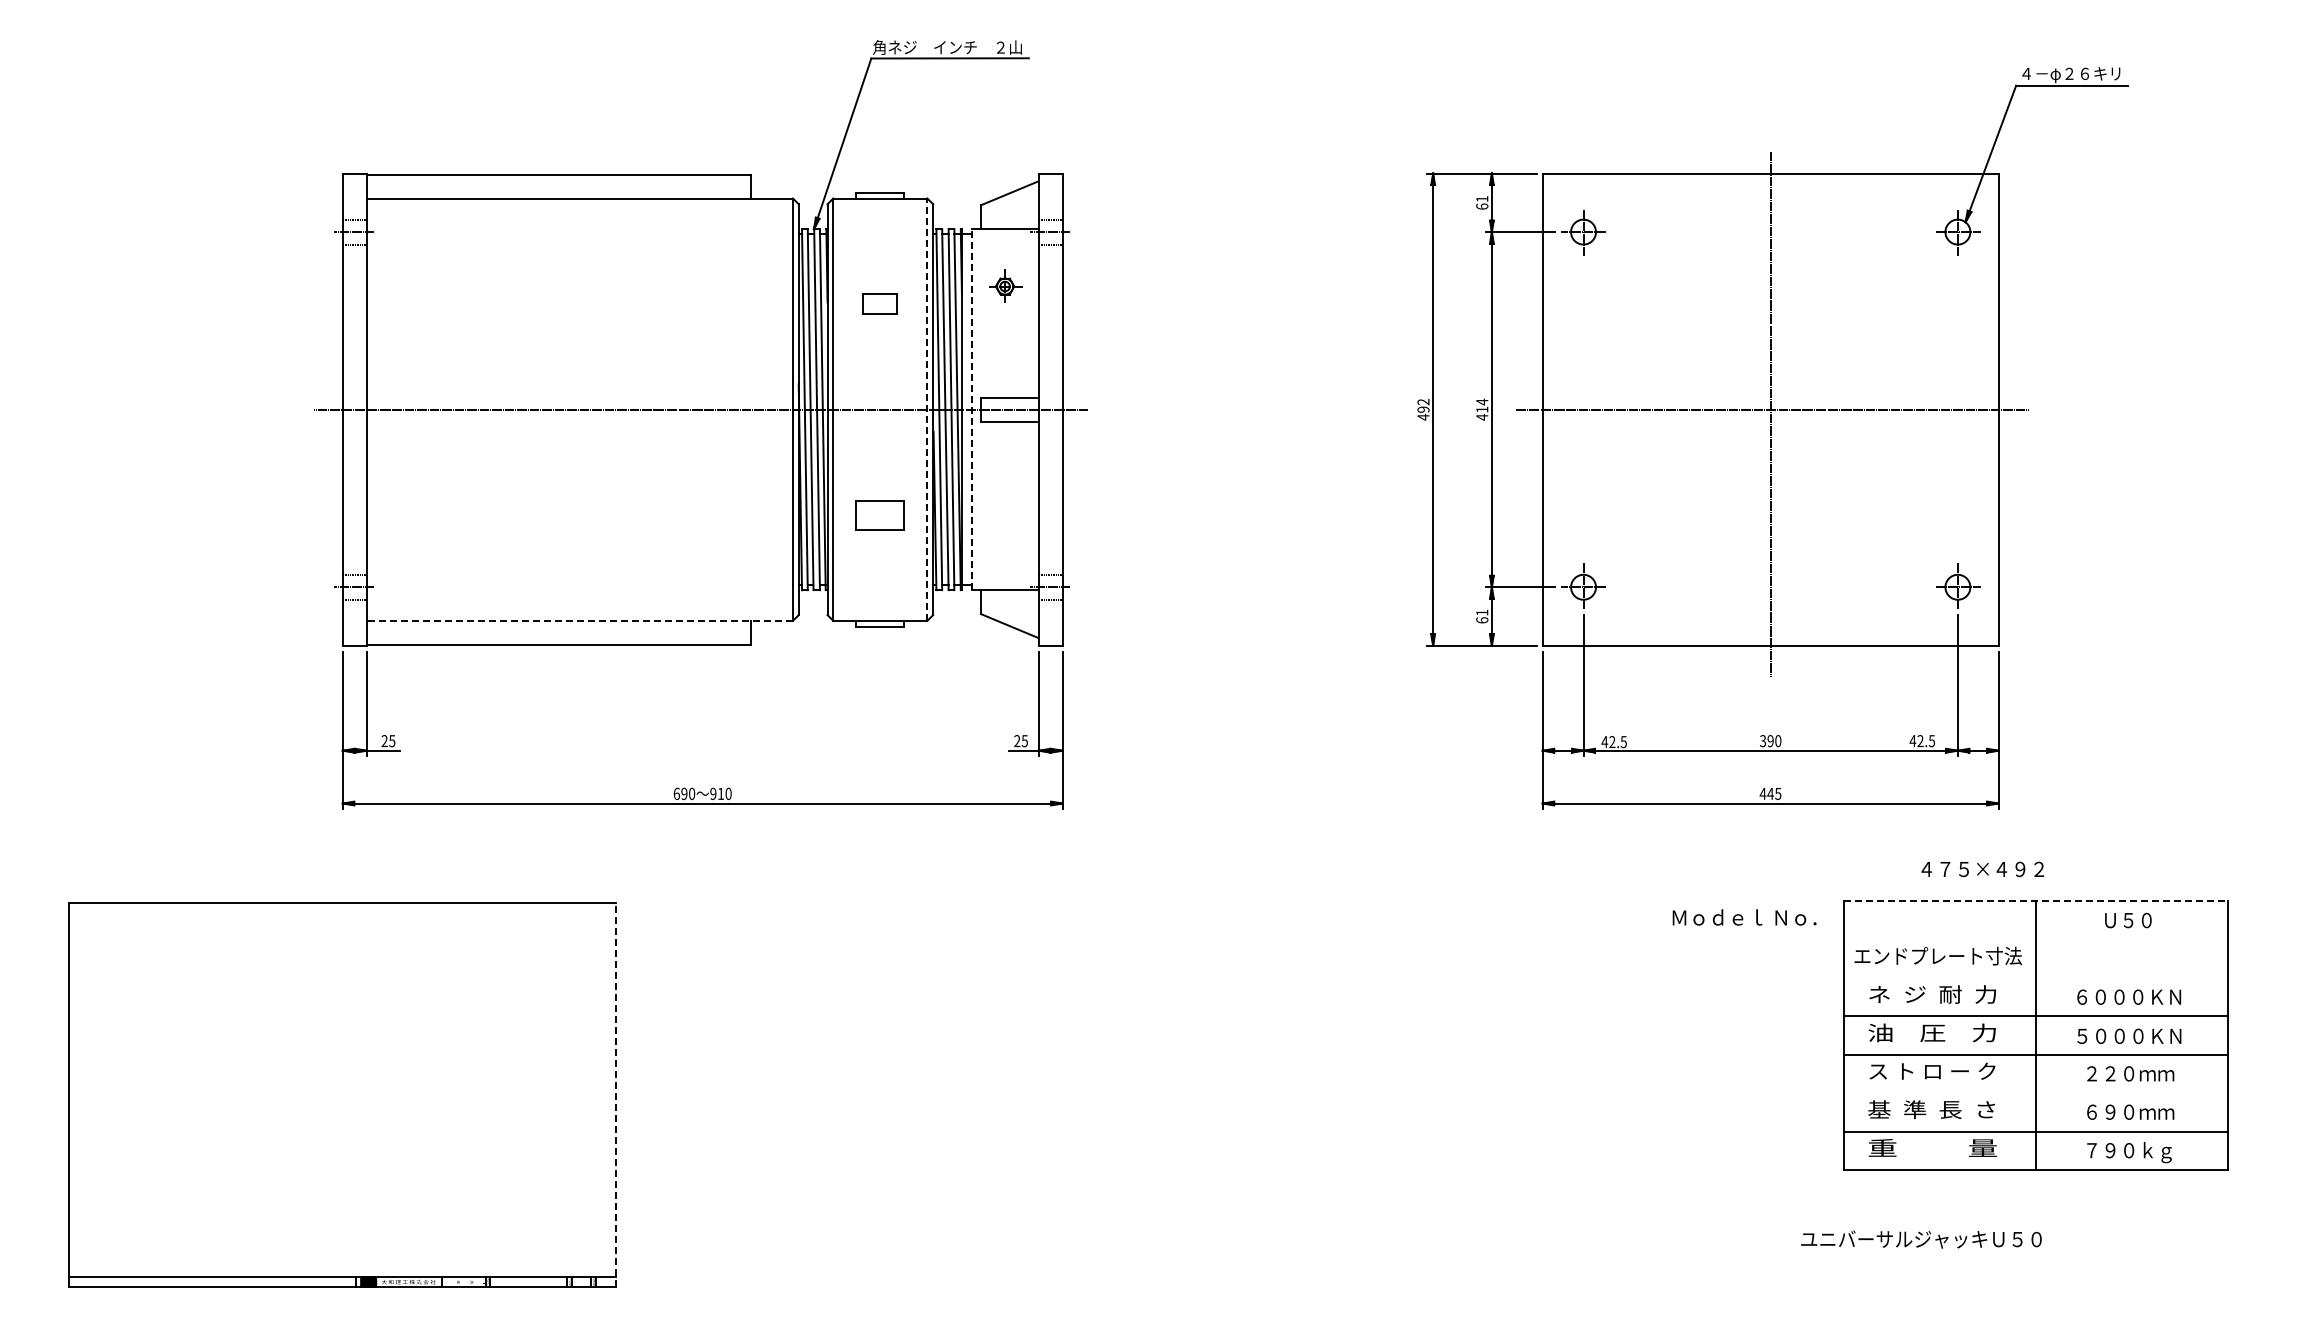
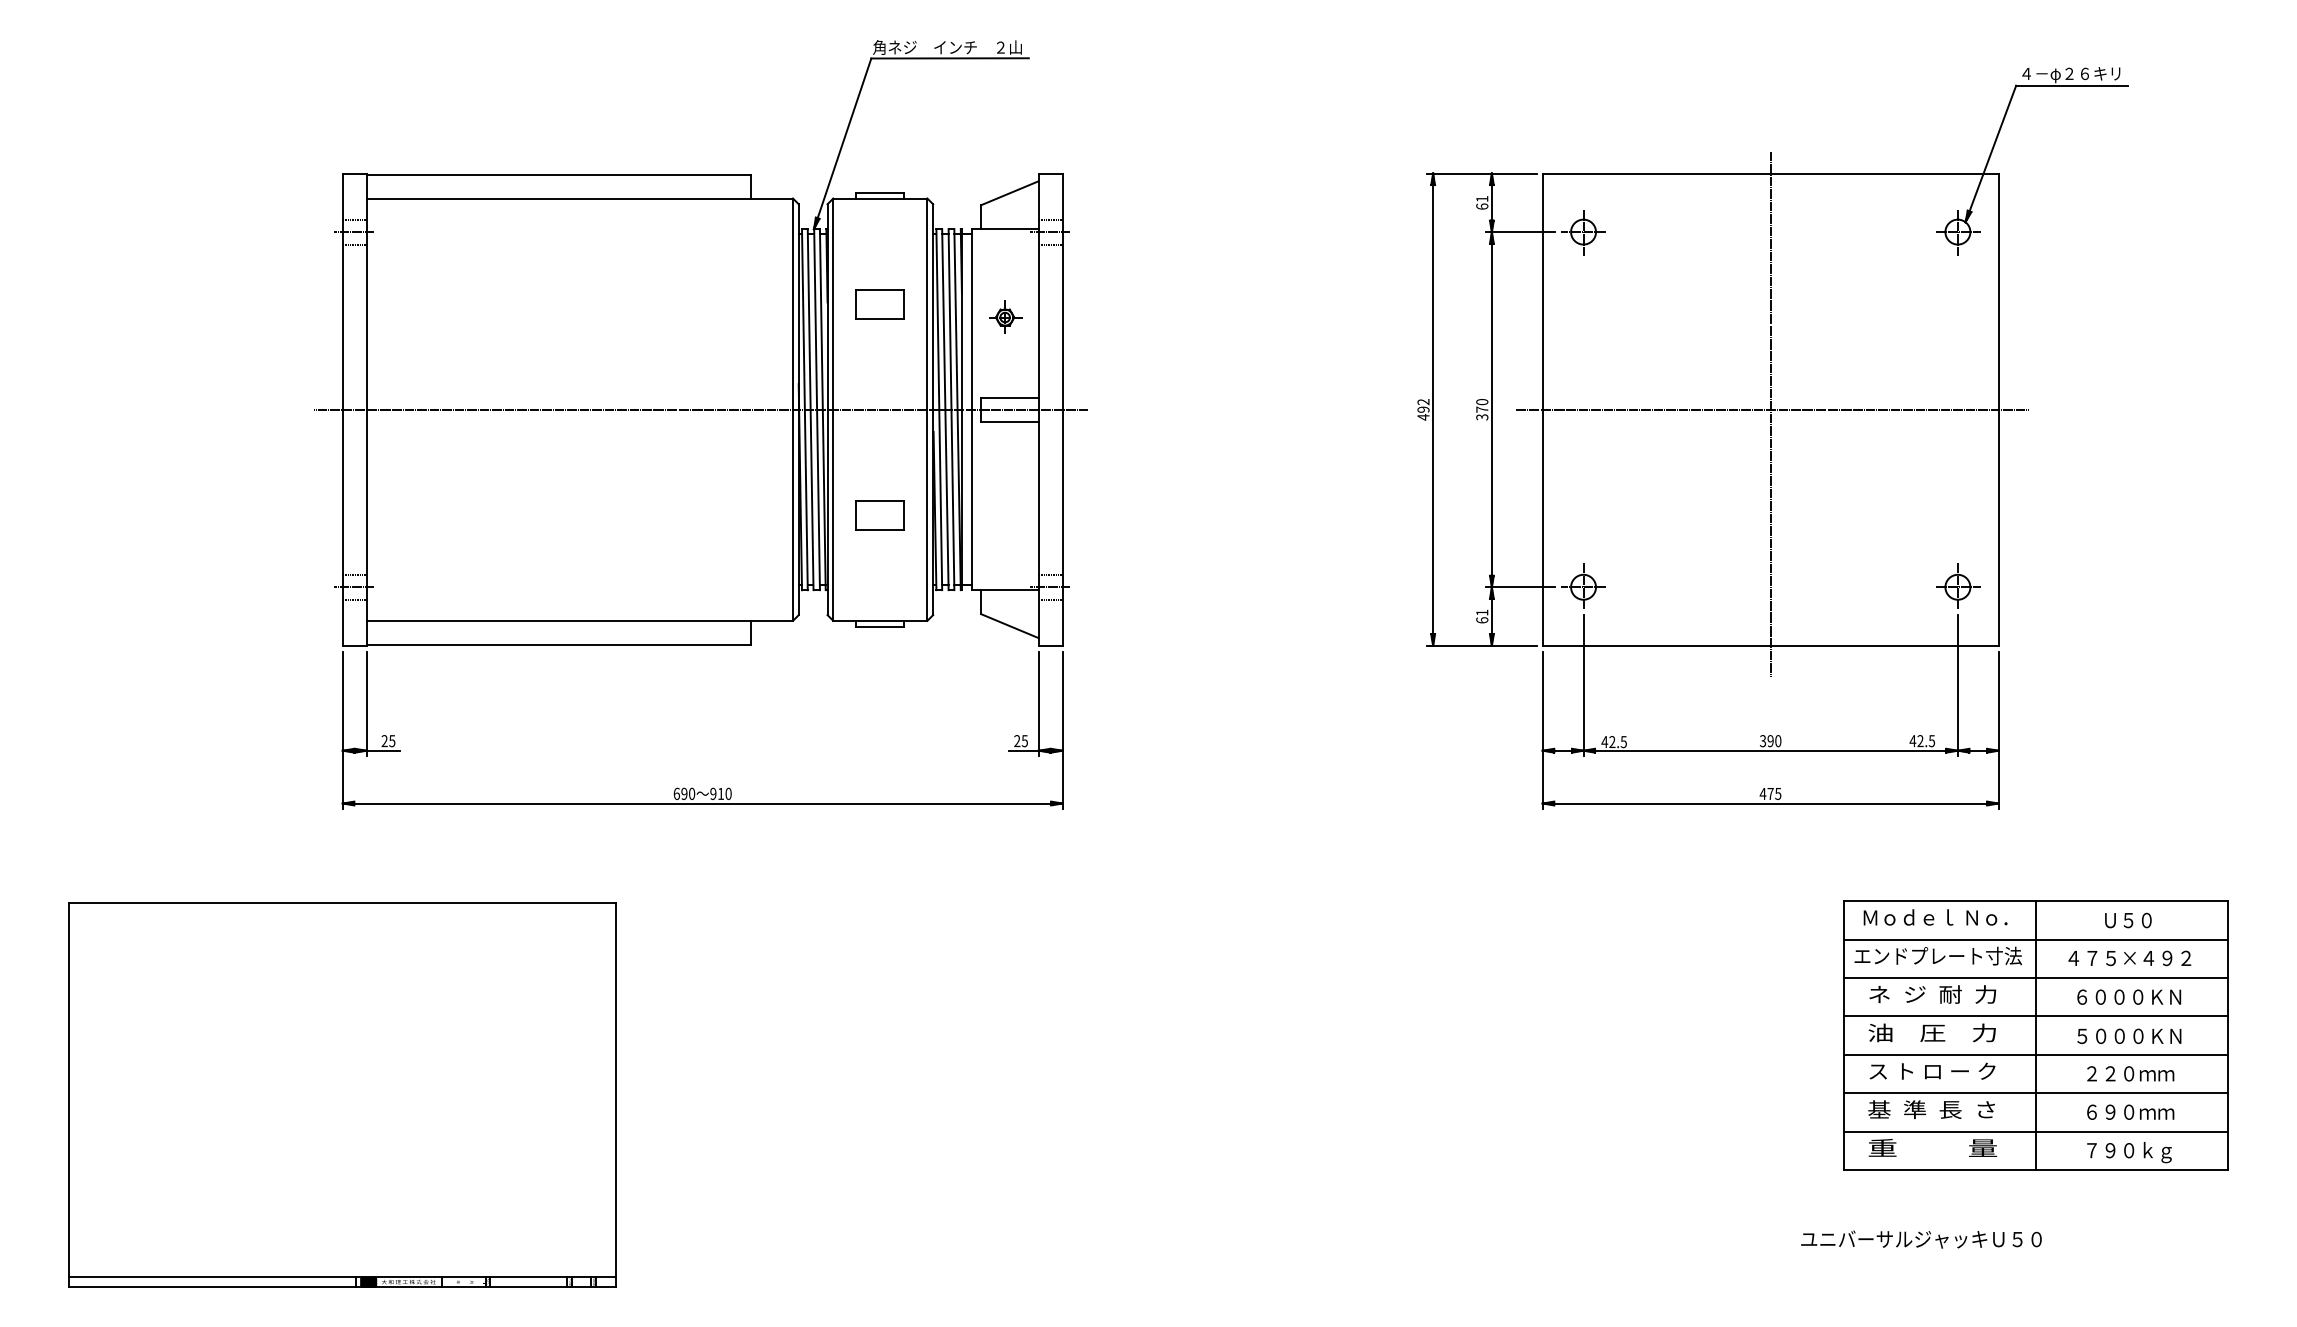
part at (1005, 285) position: (1005, 285) -> (1005, 316)
part at (879, 303) size: 36x22 px -> 50x31 px
line at (927, 409): dashed -> solid
line at (971, 409): dashed -> solid
text at (1482, 409): 414 -> 370
line at (579, 620): dashed -> solid
text at (1770, 793): 445 -> 475
text at (1982, 869) position: (1982, 869) -> (2129, 958)
line at (2036, 901): dashed -> solid
text at (1744, 917) position: (1744, 917) -> (1935, 917)
line at (2036, 939): none -> present
line at (2036, 977): none -> present
line at (2036, 1093): none -> present
line at (616, 1095): dashed -> solid
